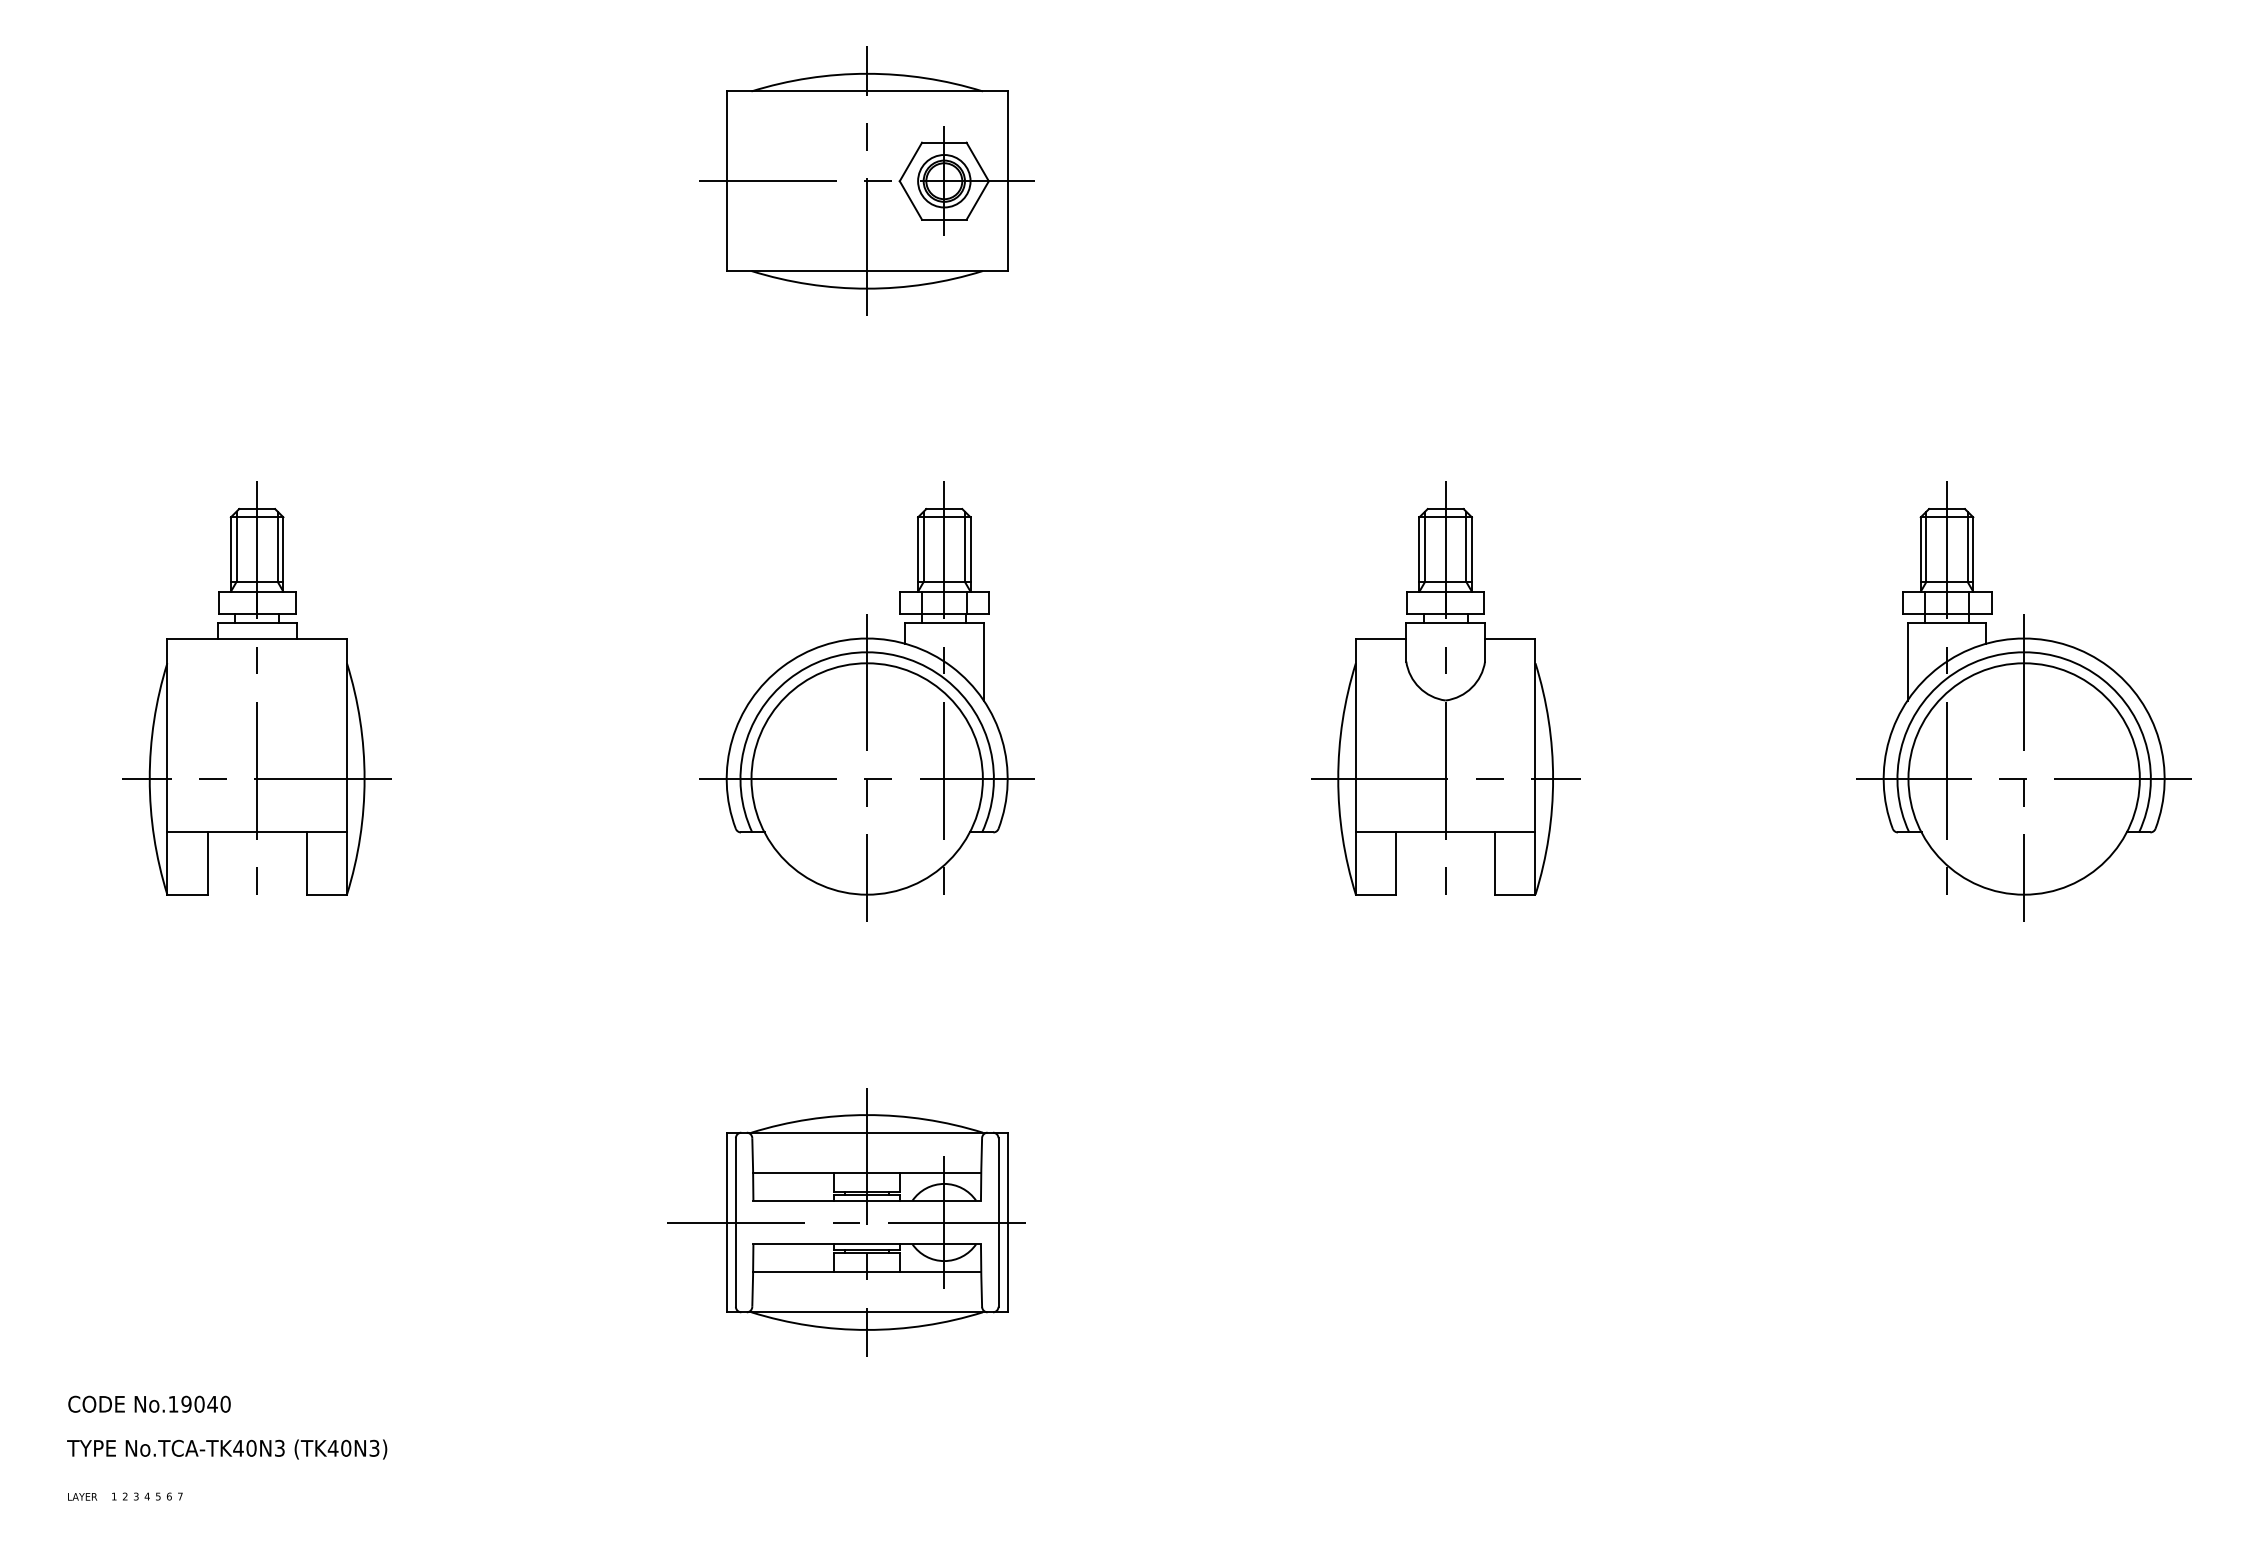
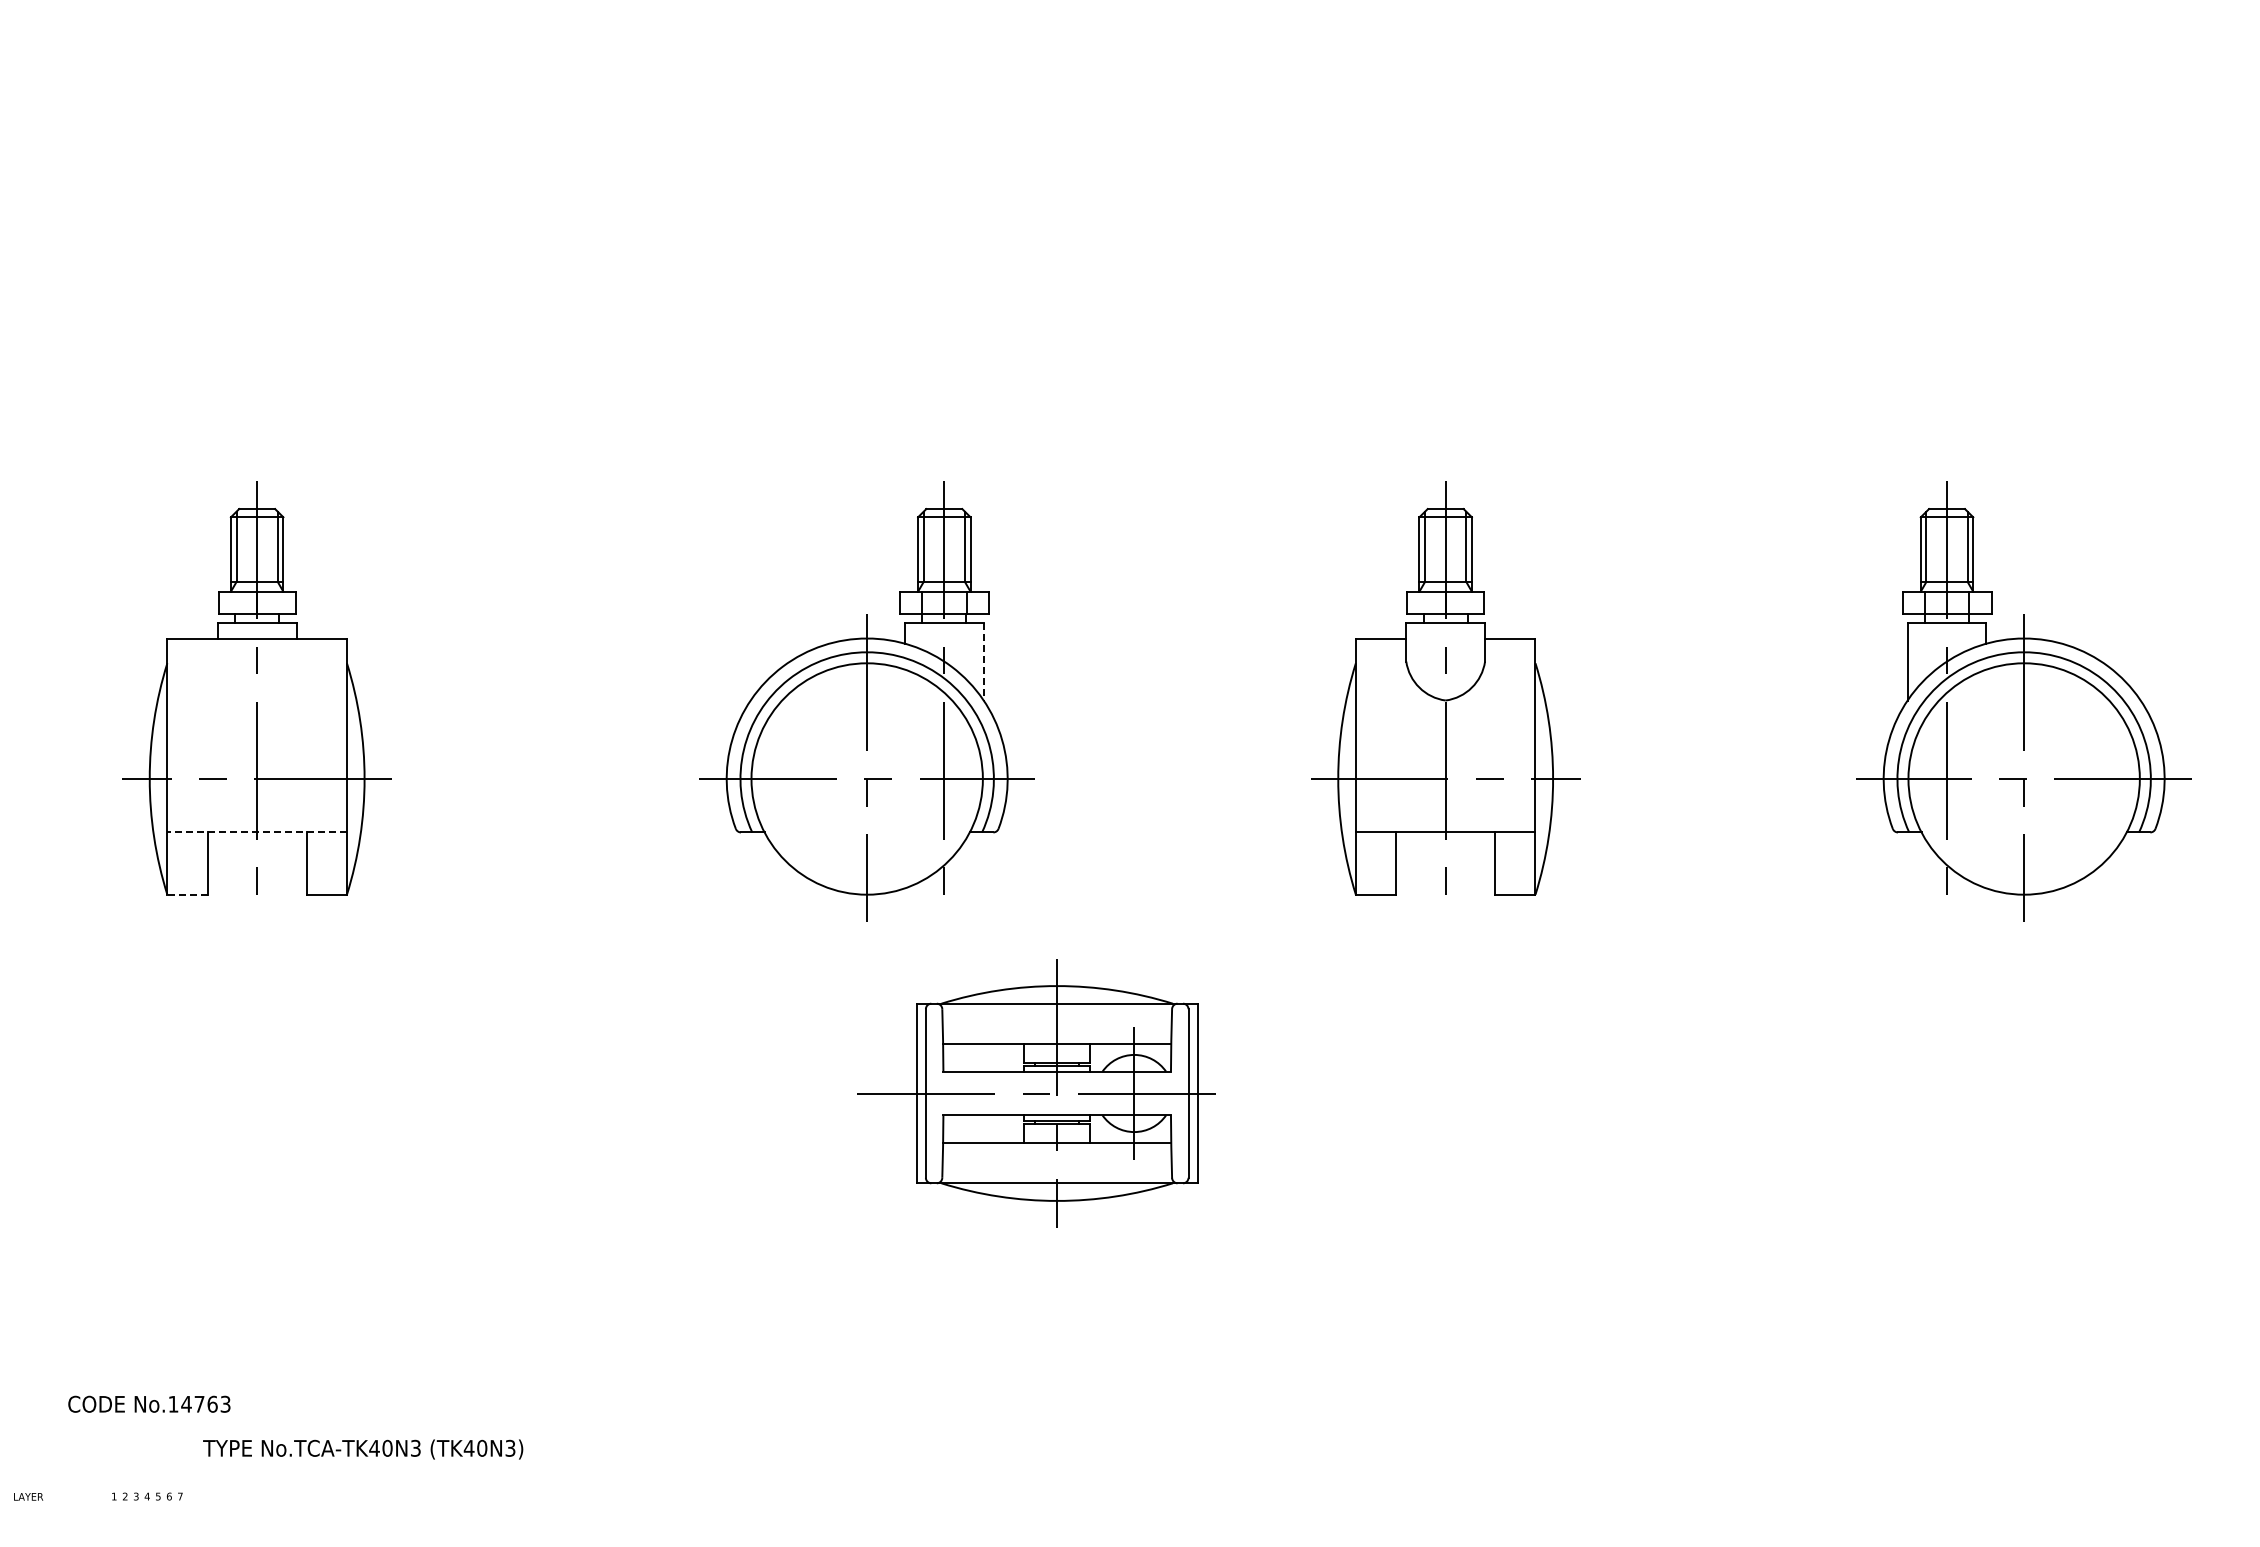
part at (866, 180): present -> none
line at (983, 661): solid -> dashed
line at (257, 832): solid -> dashed
line at (186, 894): solid -> dashed
part at (846, 1222) position: (846, 1222) -> (1036, 1093)
text at (205, 1403): No.19040 -> No.14763
text at (227, 1449) position: (227, 1449) -> (363, 1449)
text at (82, 1496) position: (82, 1496) -> (28, 1496)
